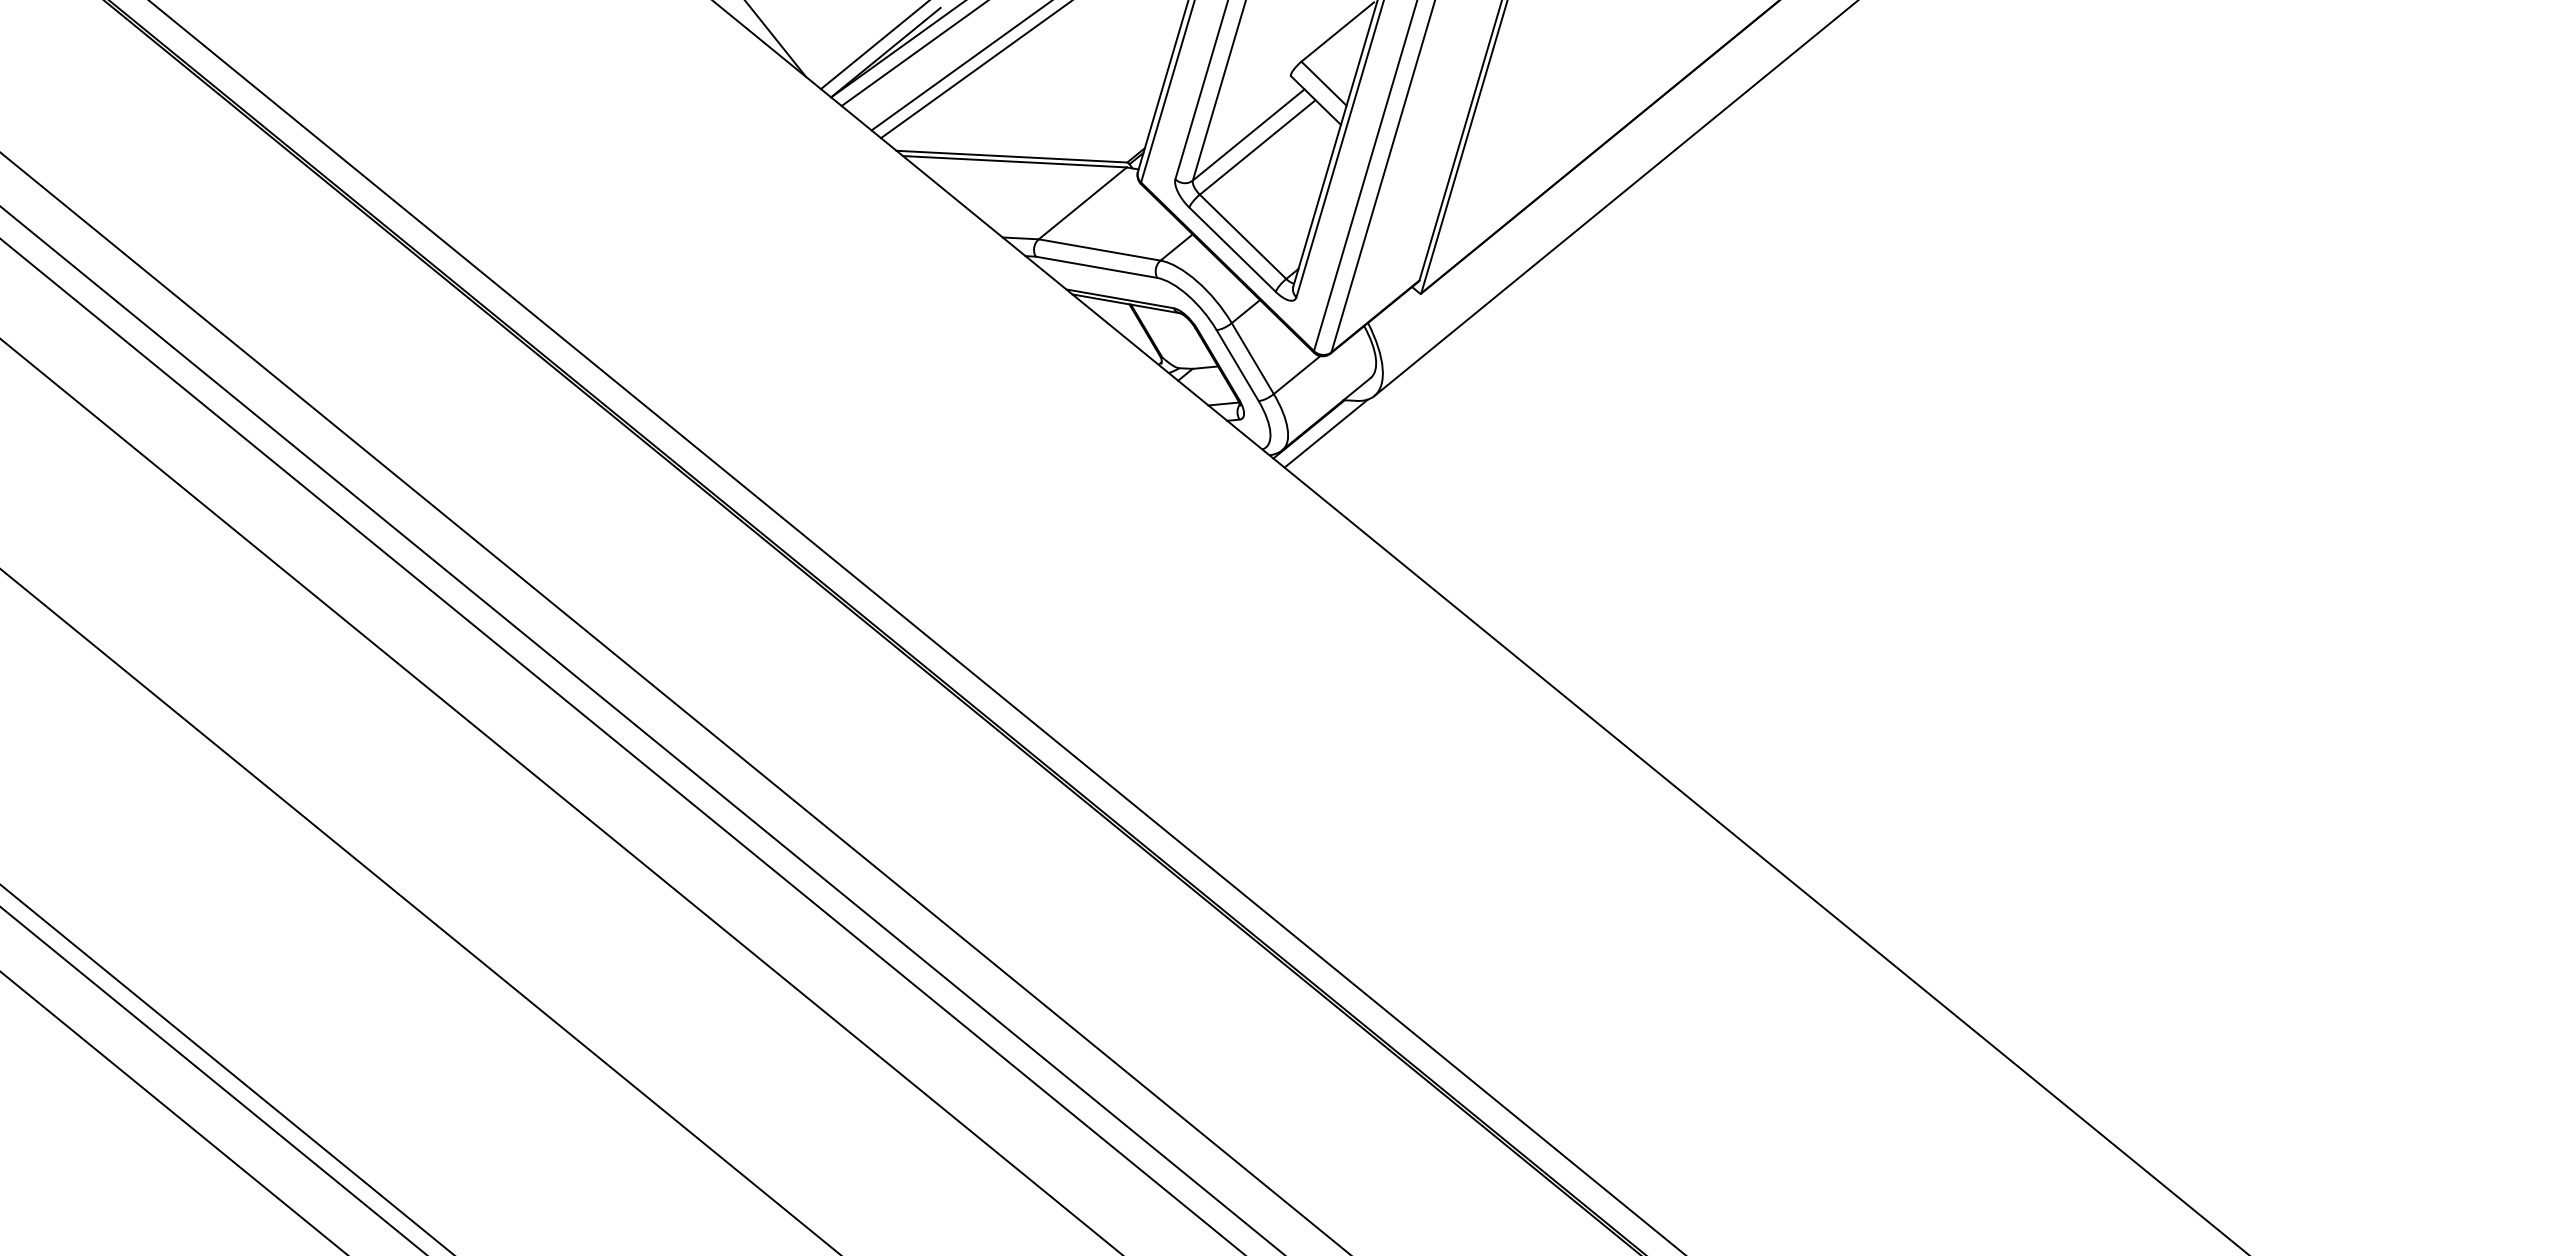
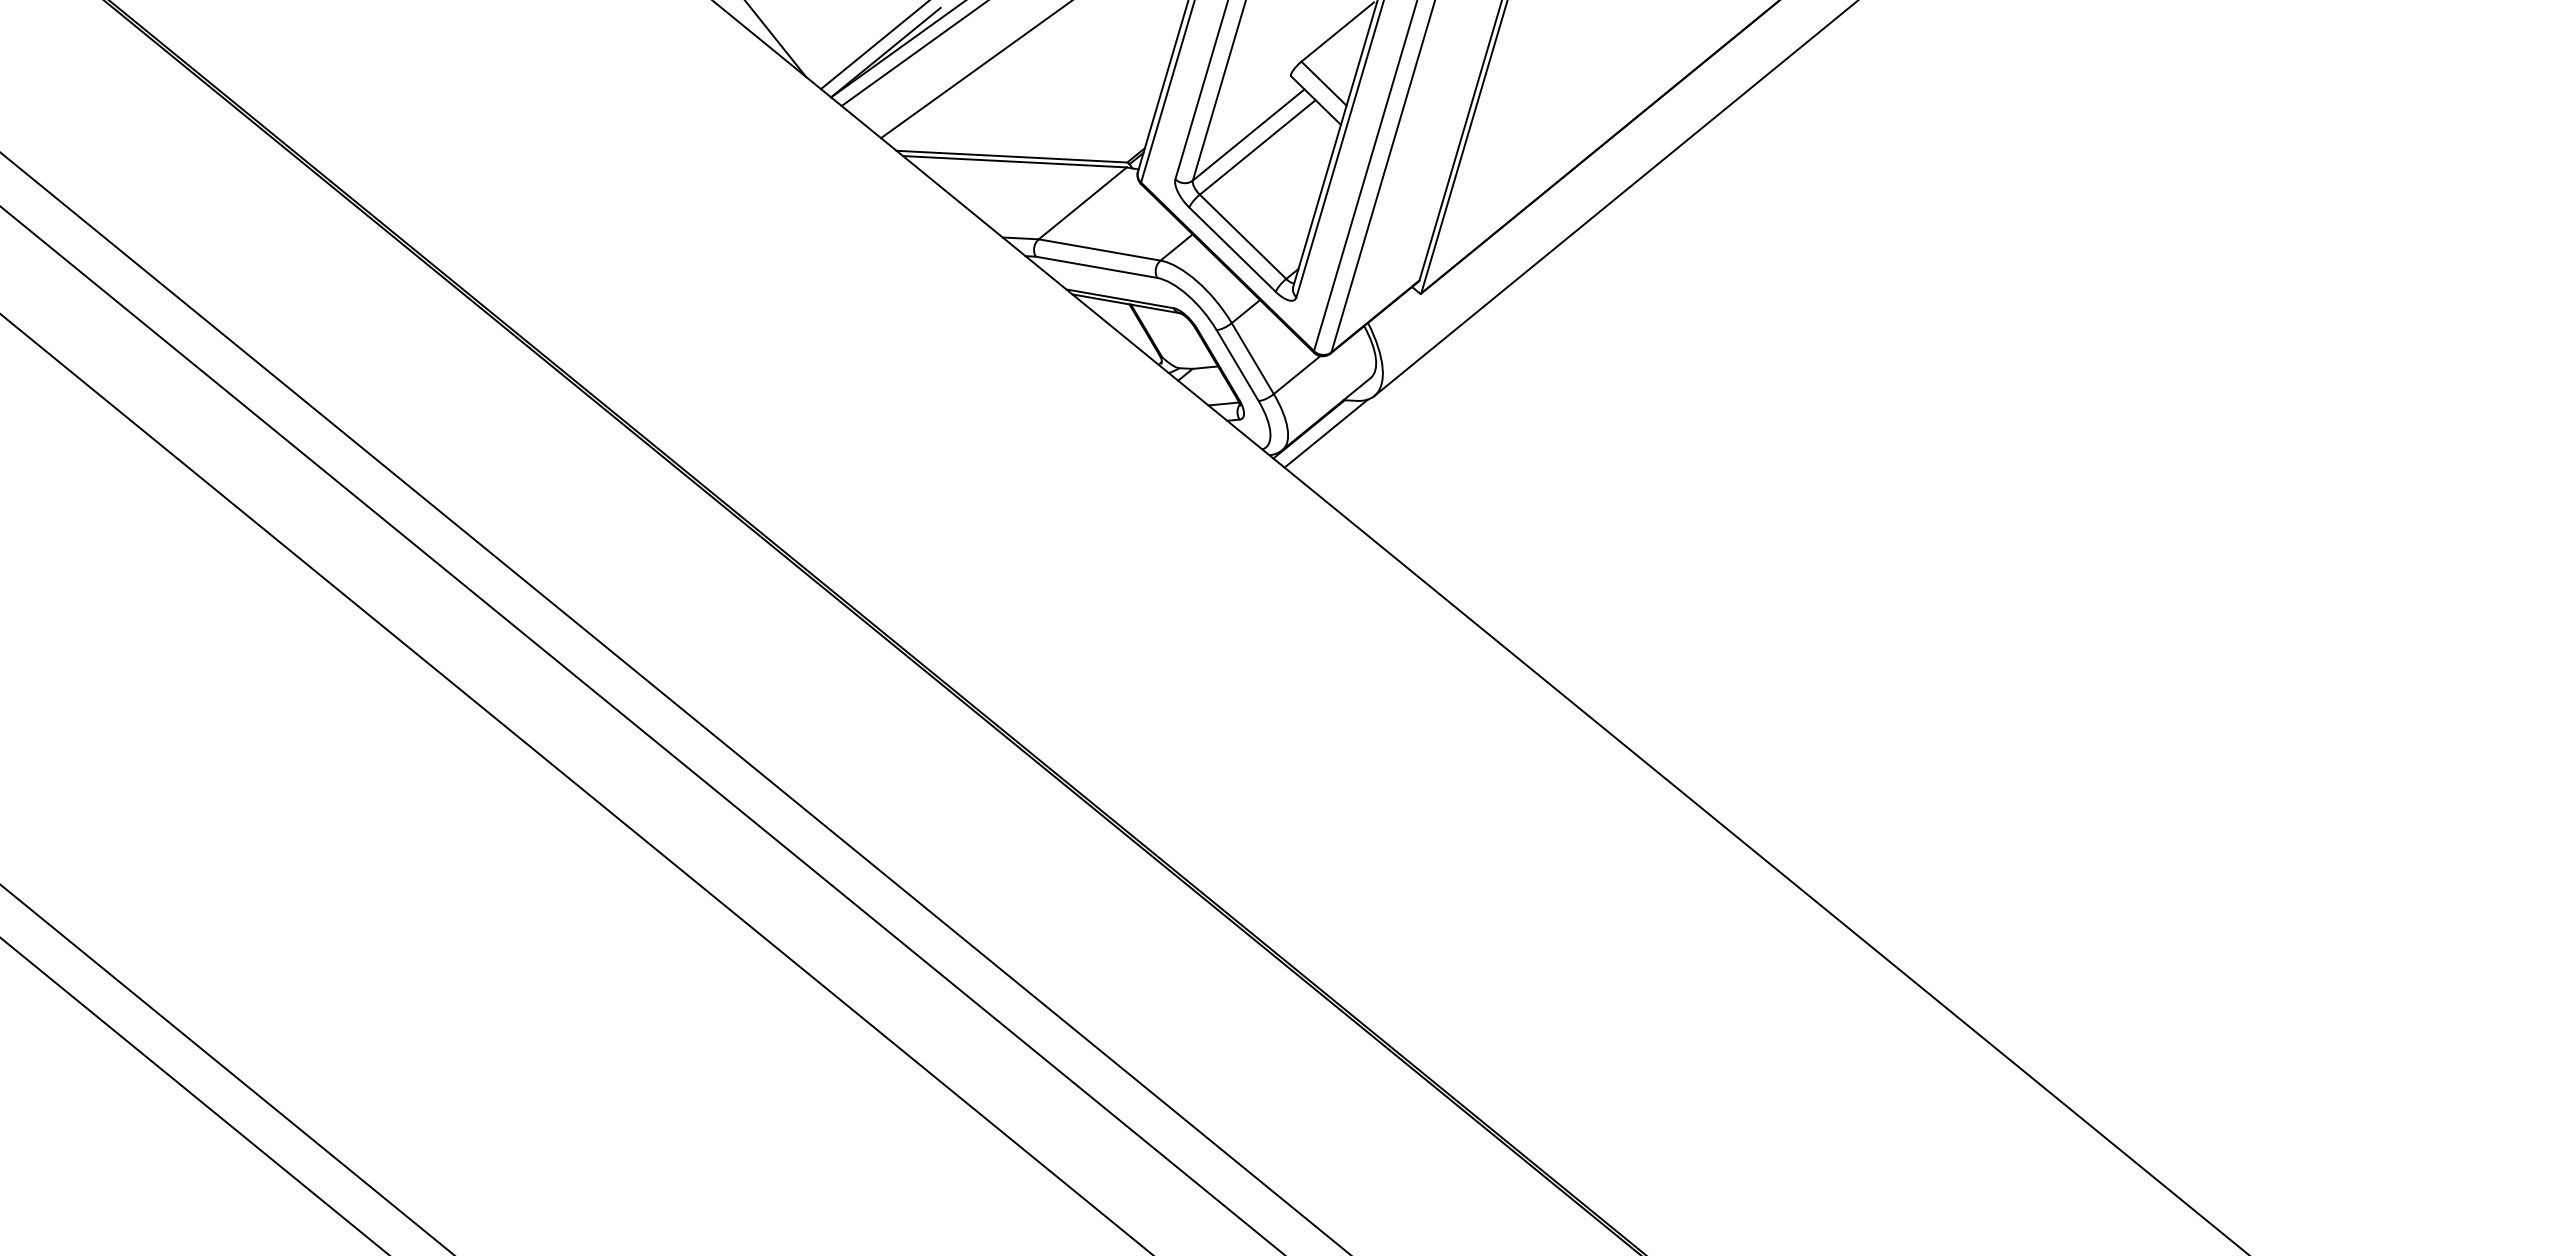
line at (960, 66): present -> none
line at (916, 627): present -> none
line at (622, 746): present -> none
line at (560, 796) position: (560, 796) -> (575, 783)
line at (420, 911): present -> none
line at (212, 1080): present -> none
line at (173, 1112) position: (173, 1112) -> (194, 1095)
